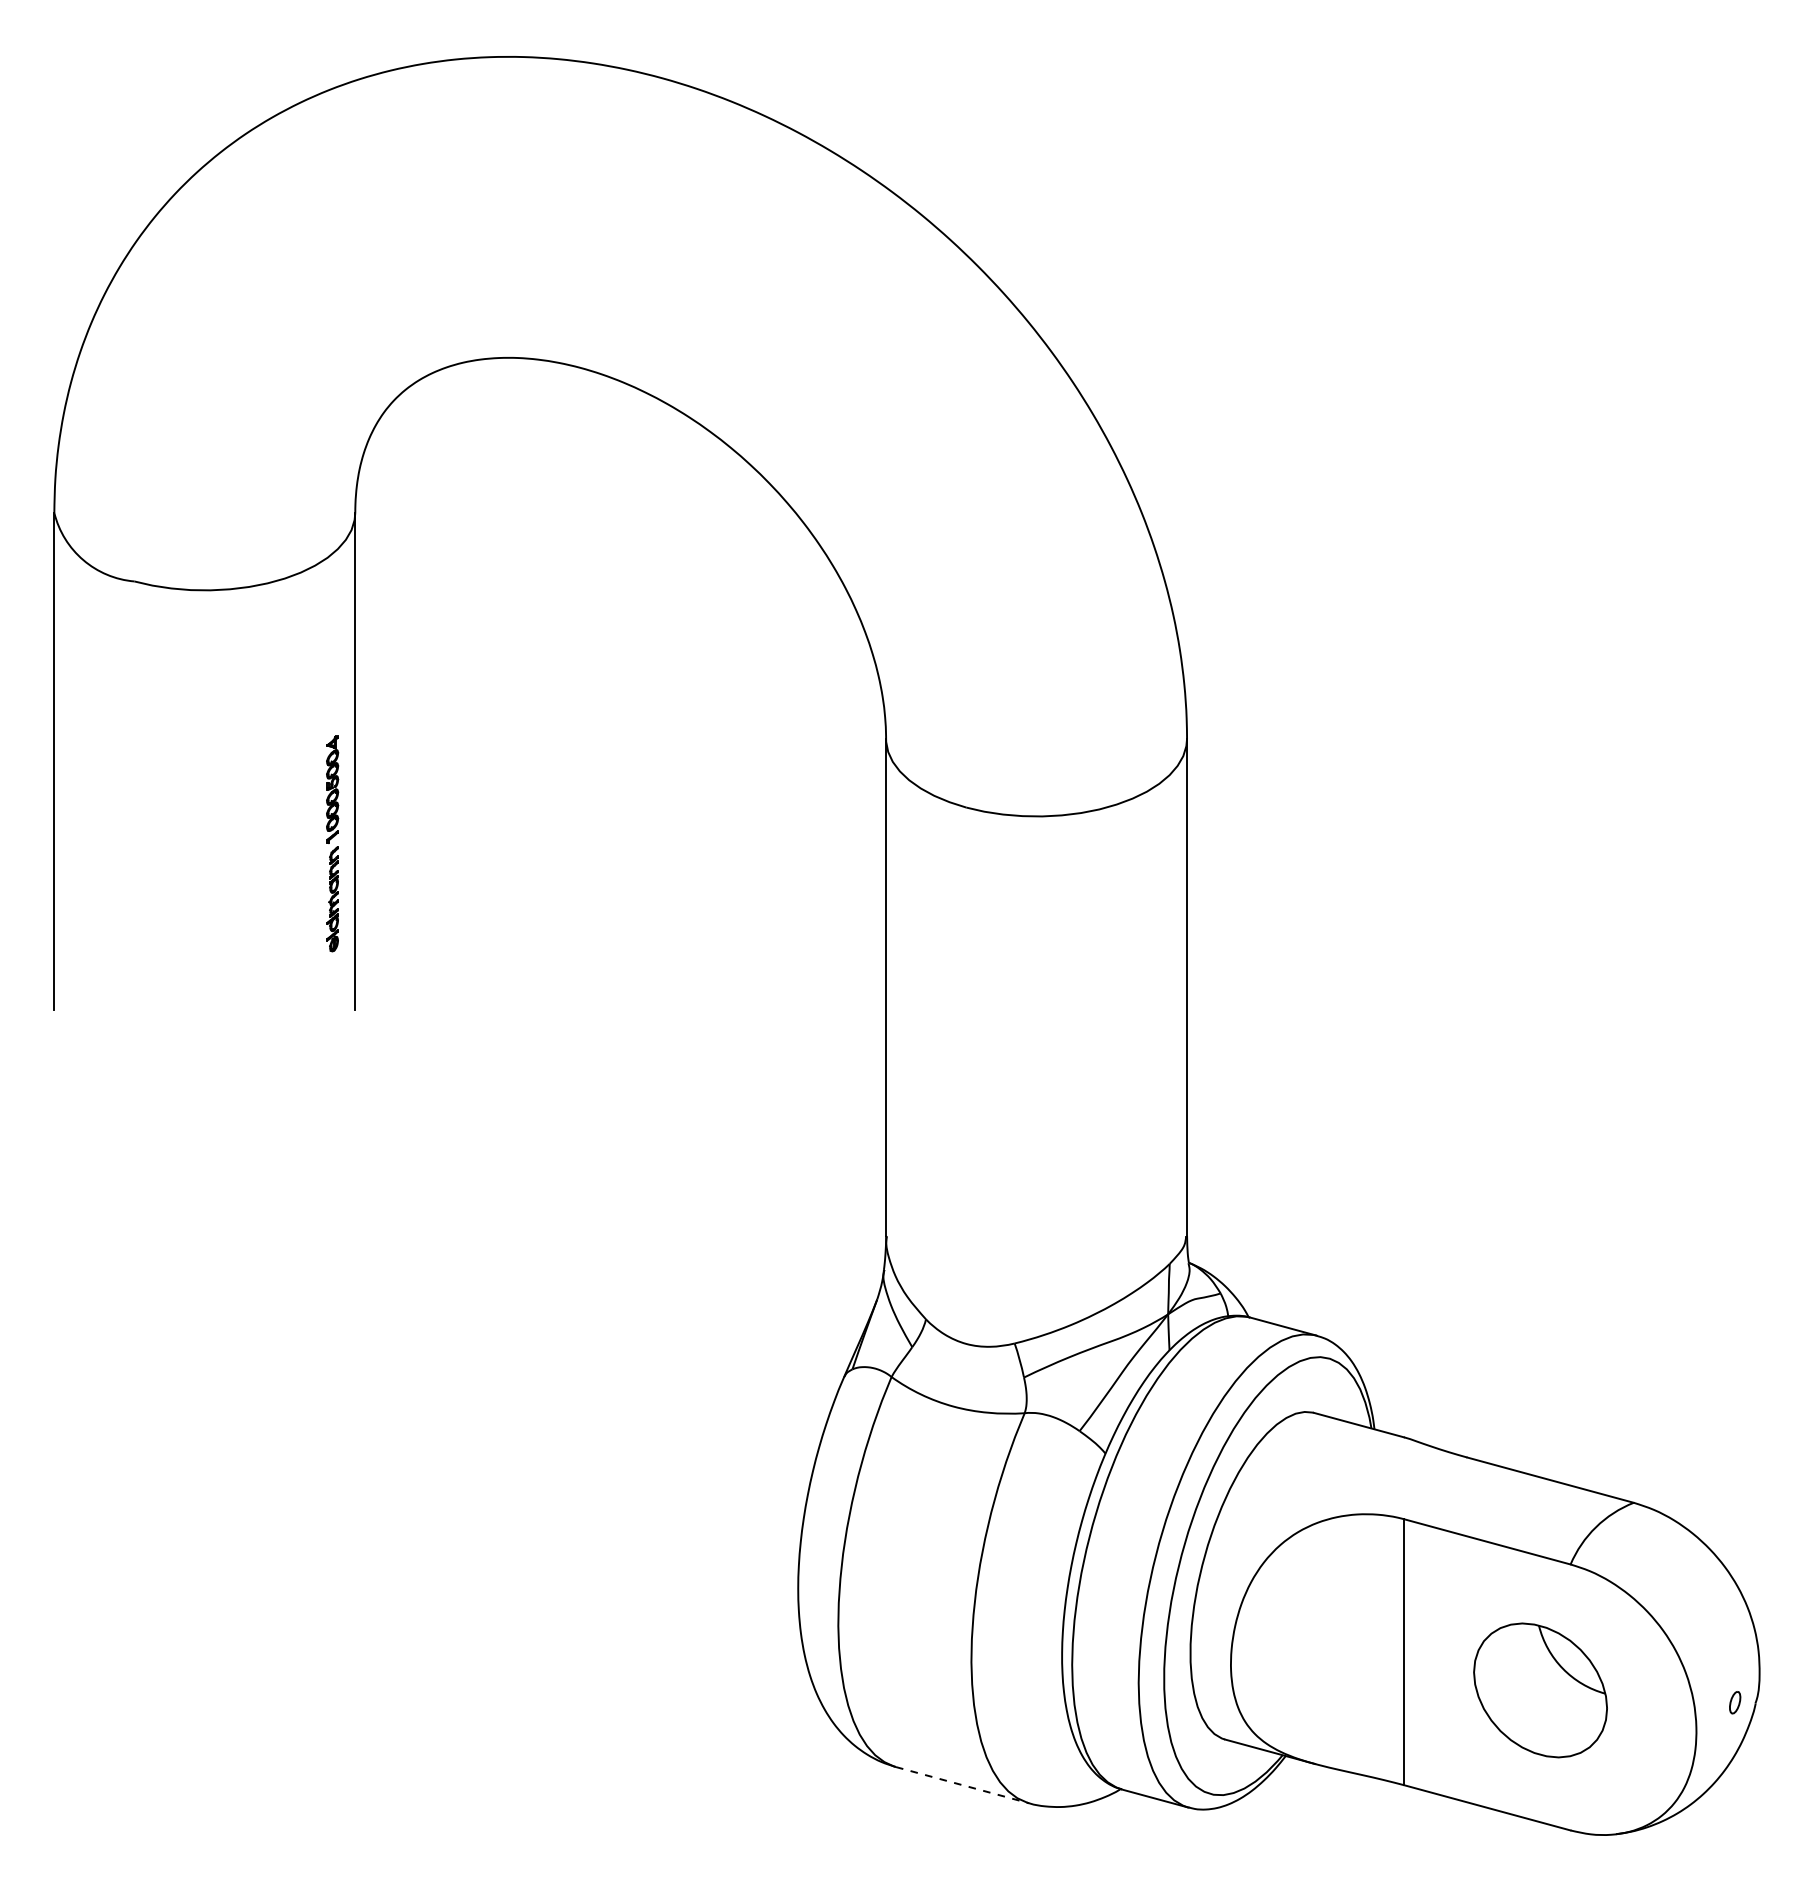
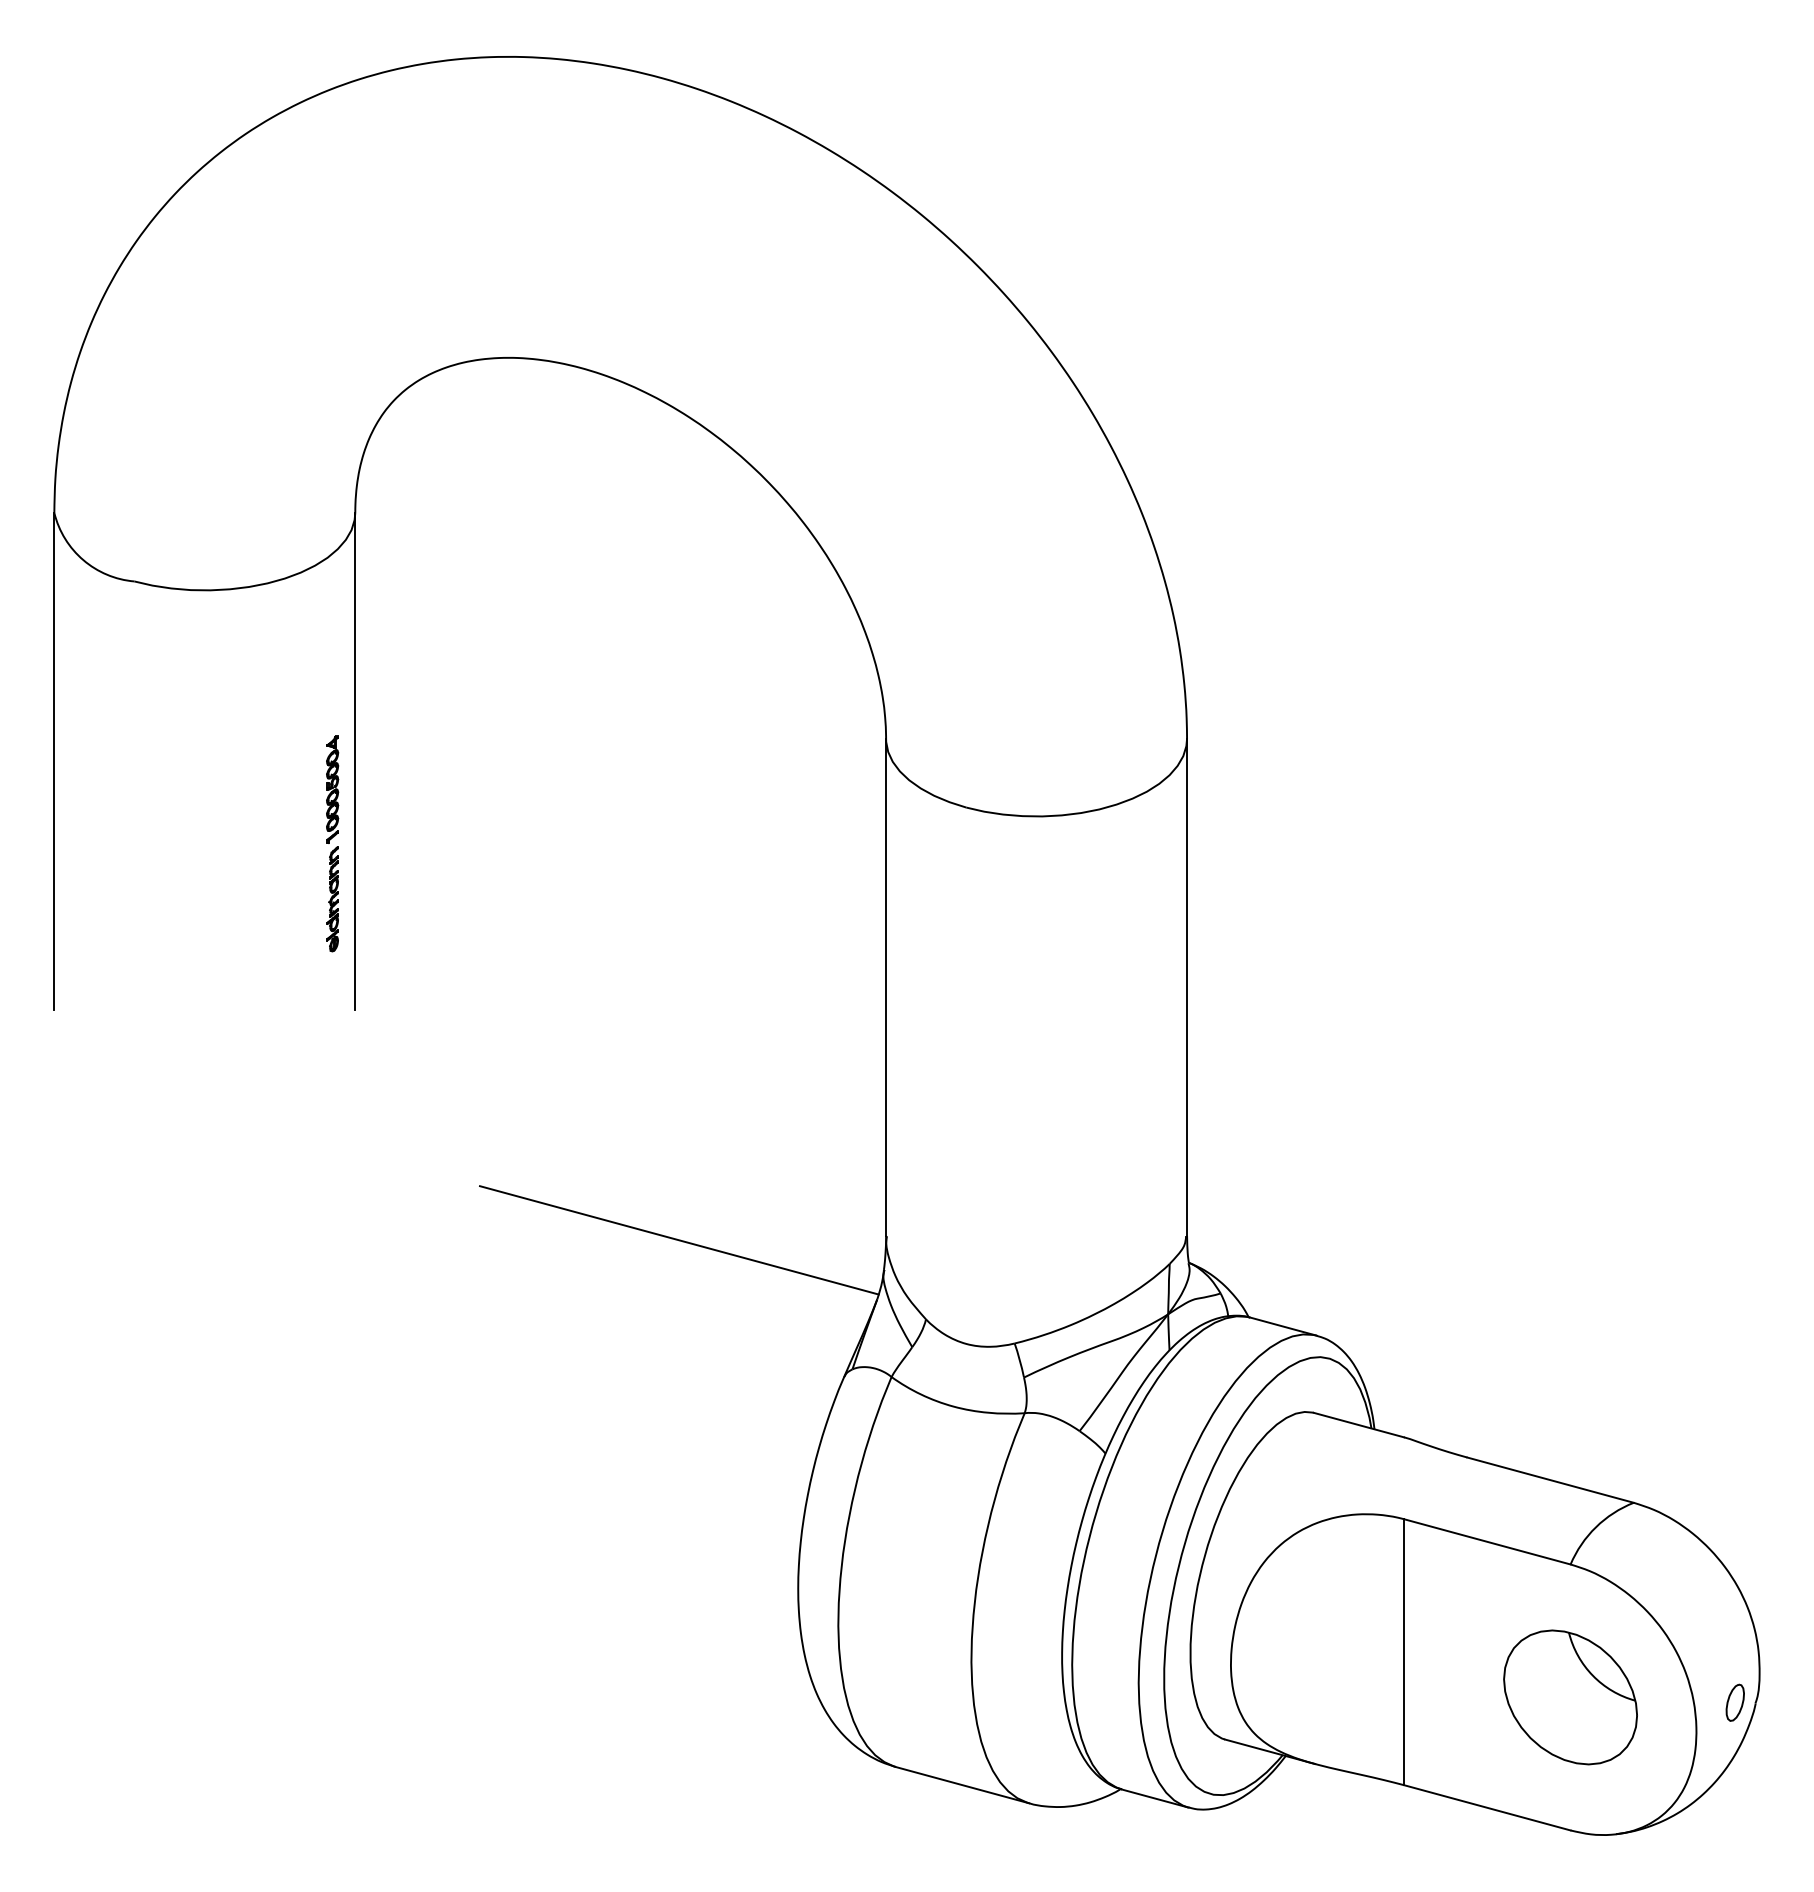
line at (678, 1240): none -> present
part at (1540, 1690) position: (1540, 1690) -> (1570, 1697)
part at (1735, 1702) size: 13x24 px -> 20x39 px
line at (962, 1785): dashed -> solid
